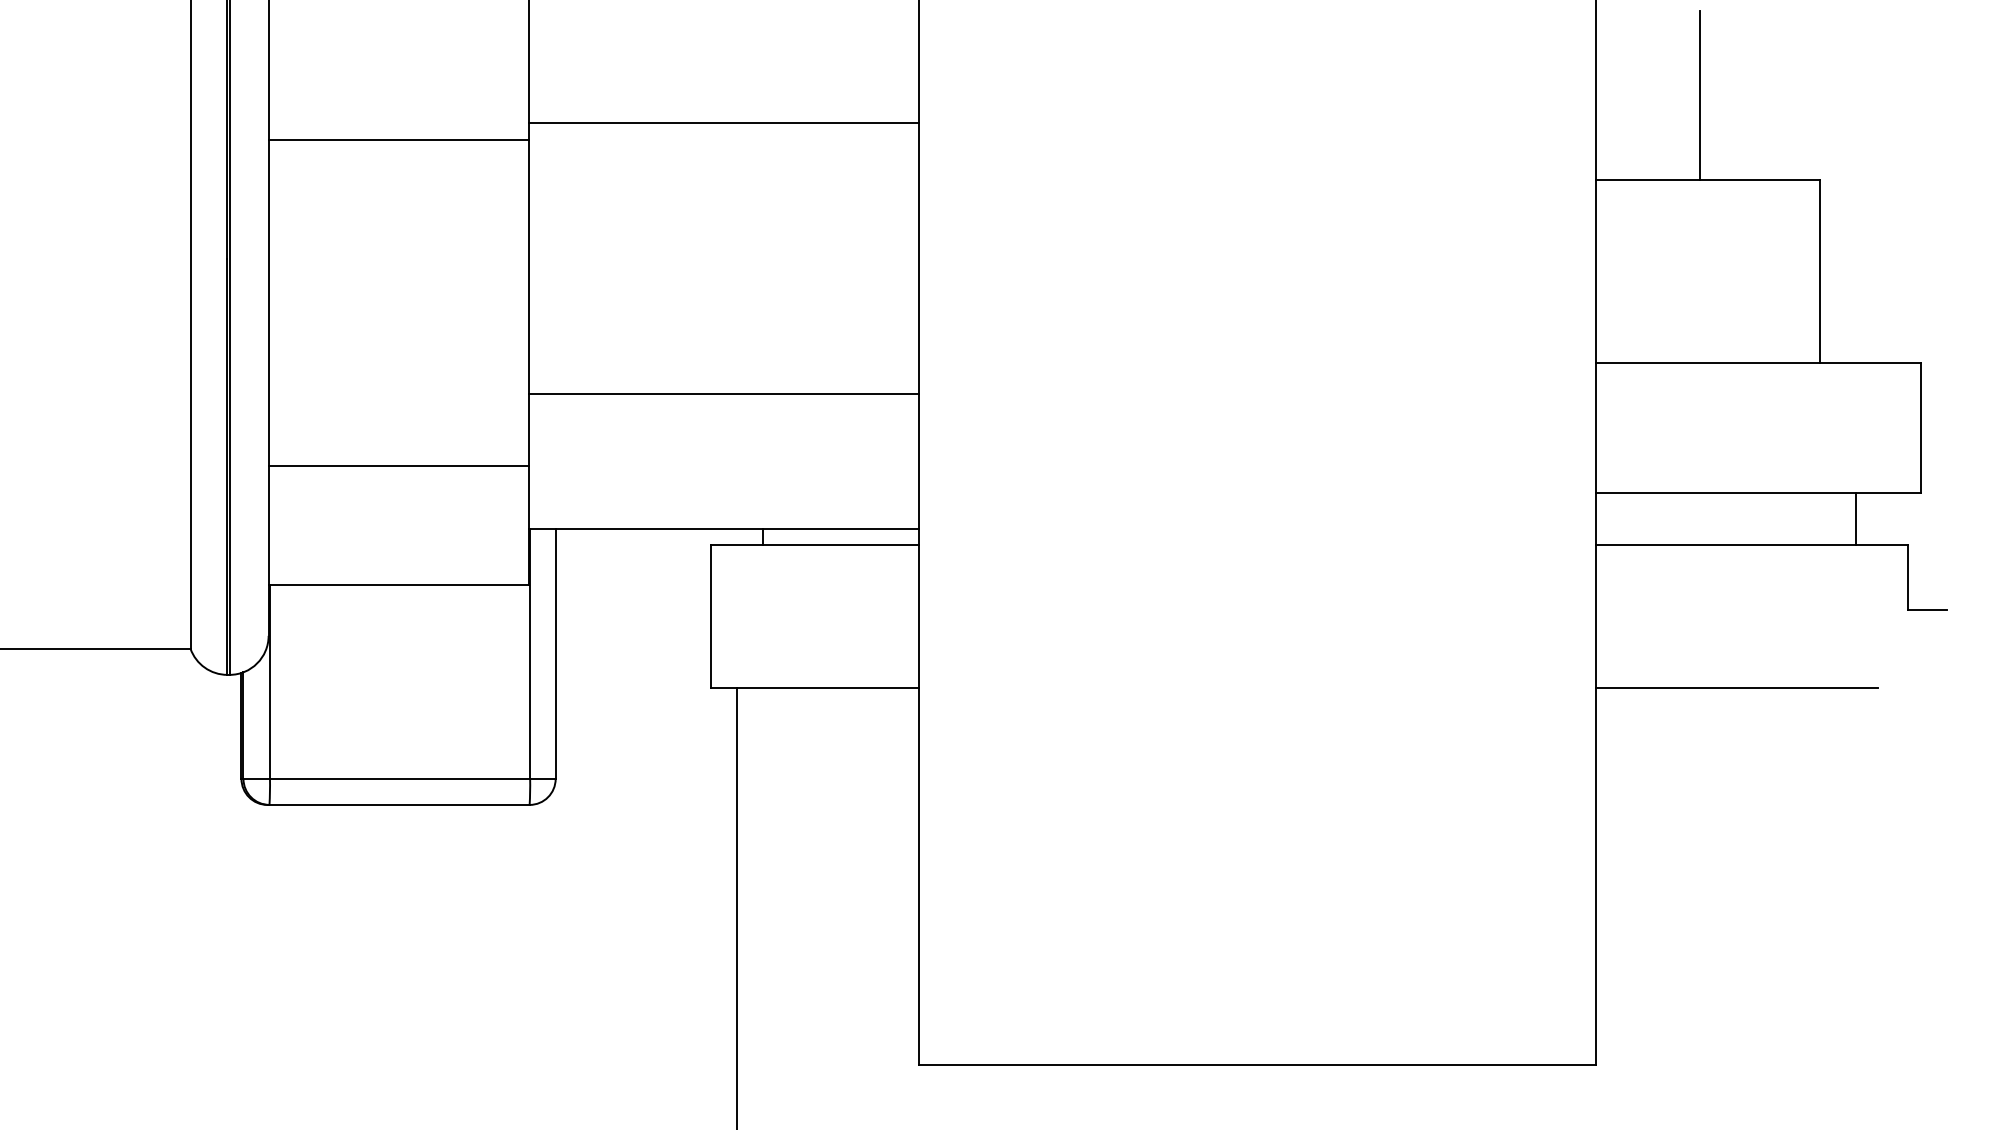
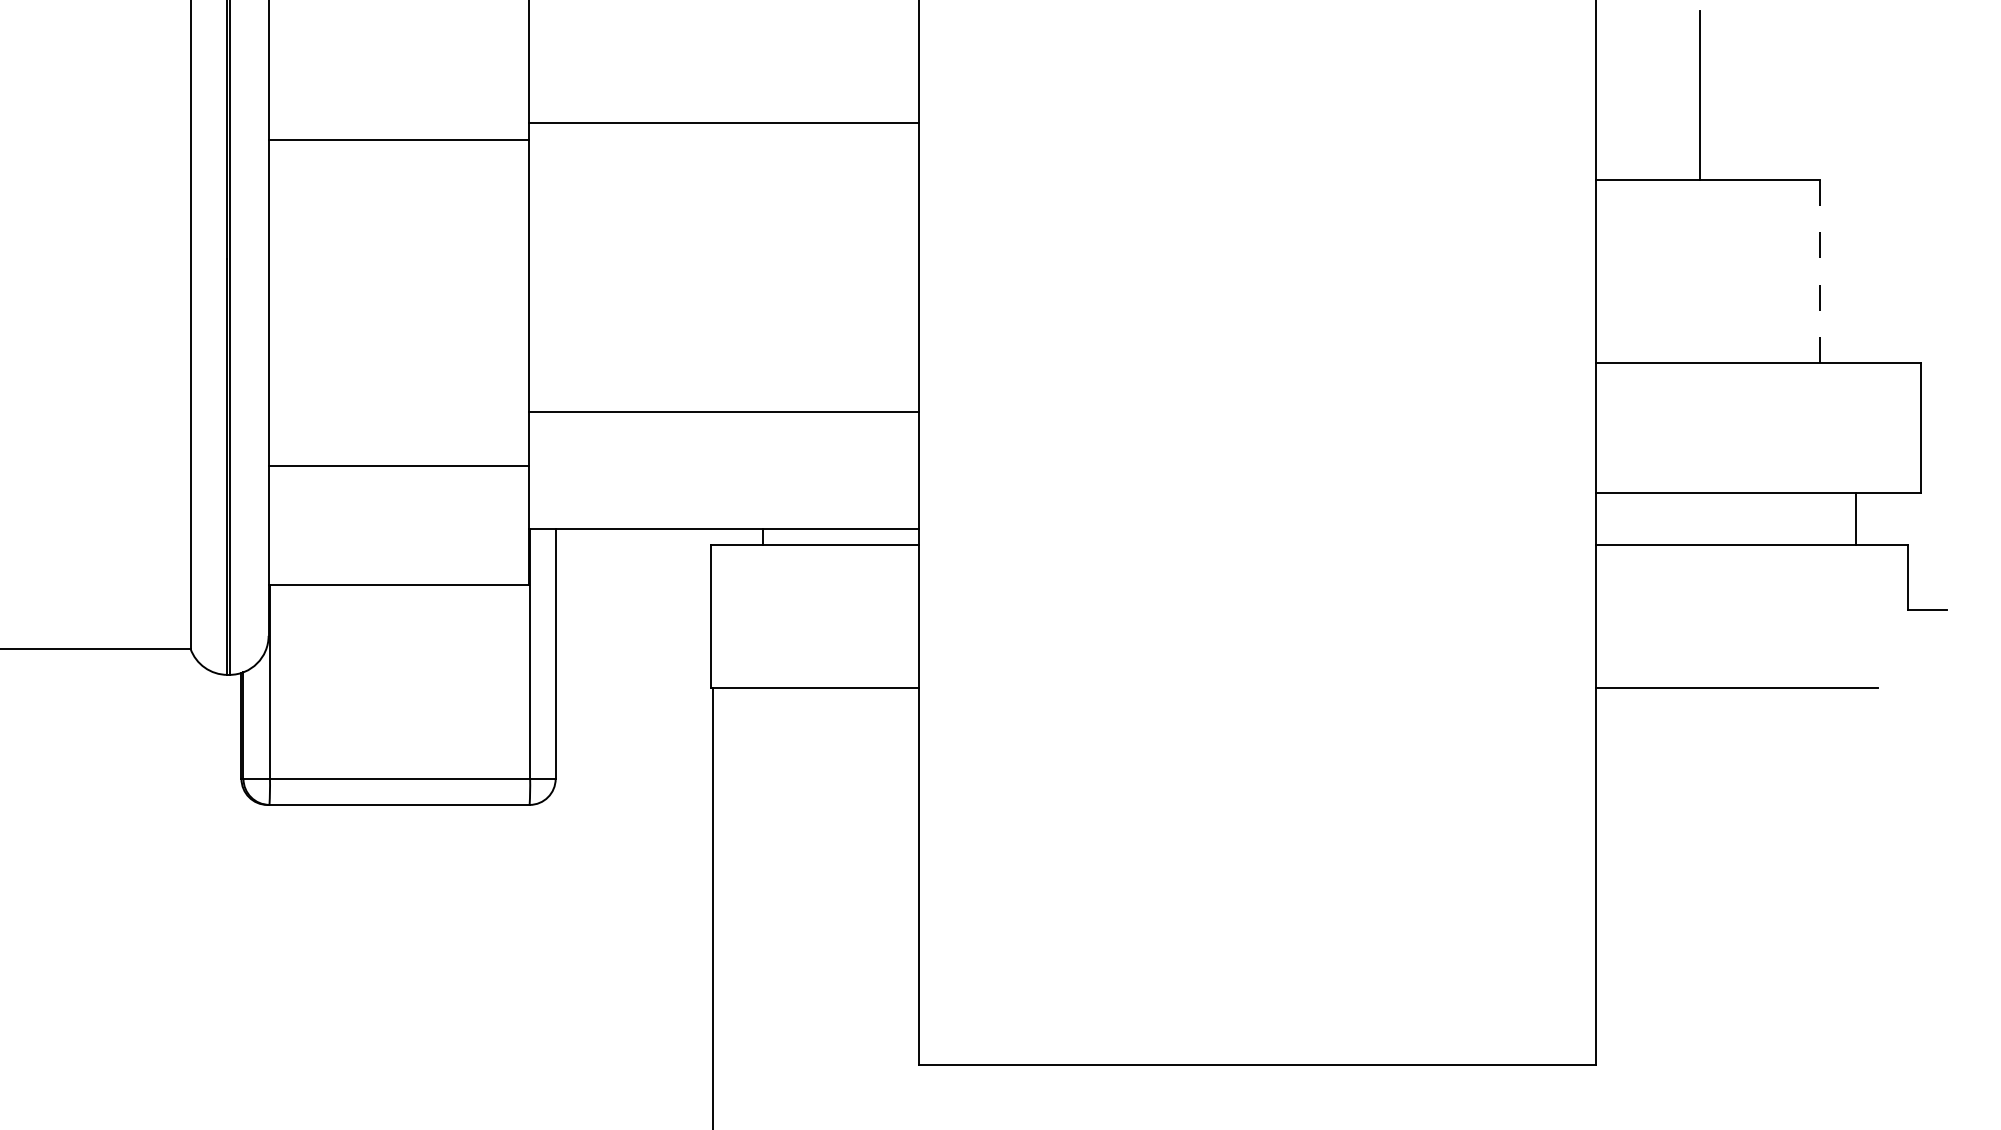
line at (1820, 271): solid -> dashed
line at (723, 393) position: (723, 393) -> (723, 411)
line at (737, 906) position: (737, 906) -> (713, 906)
